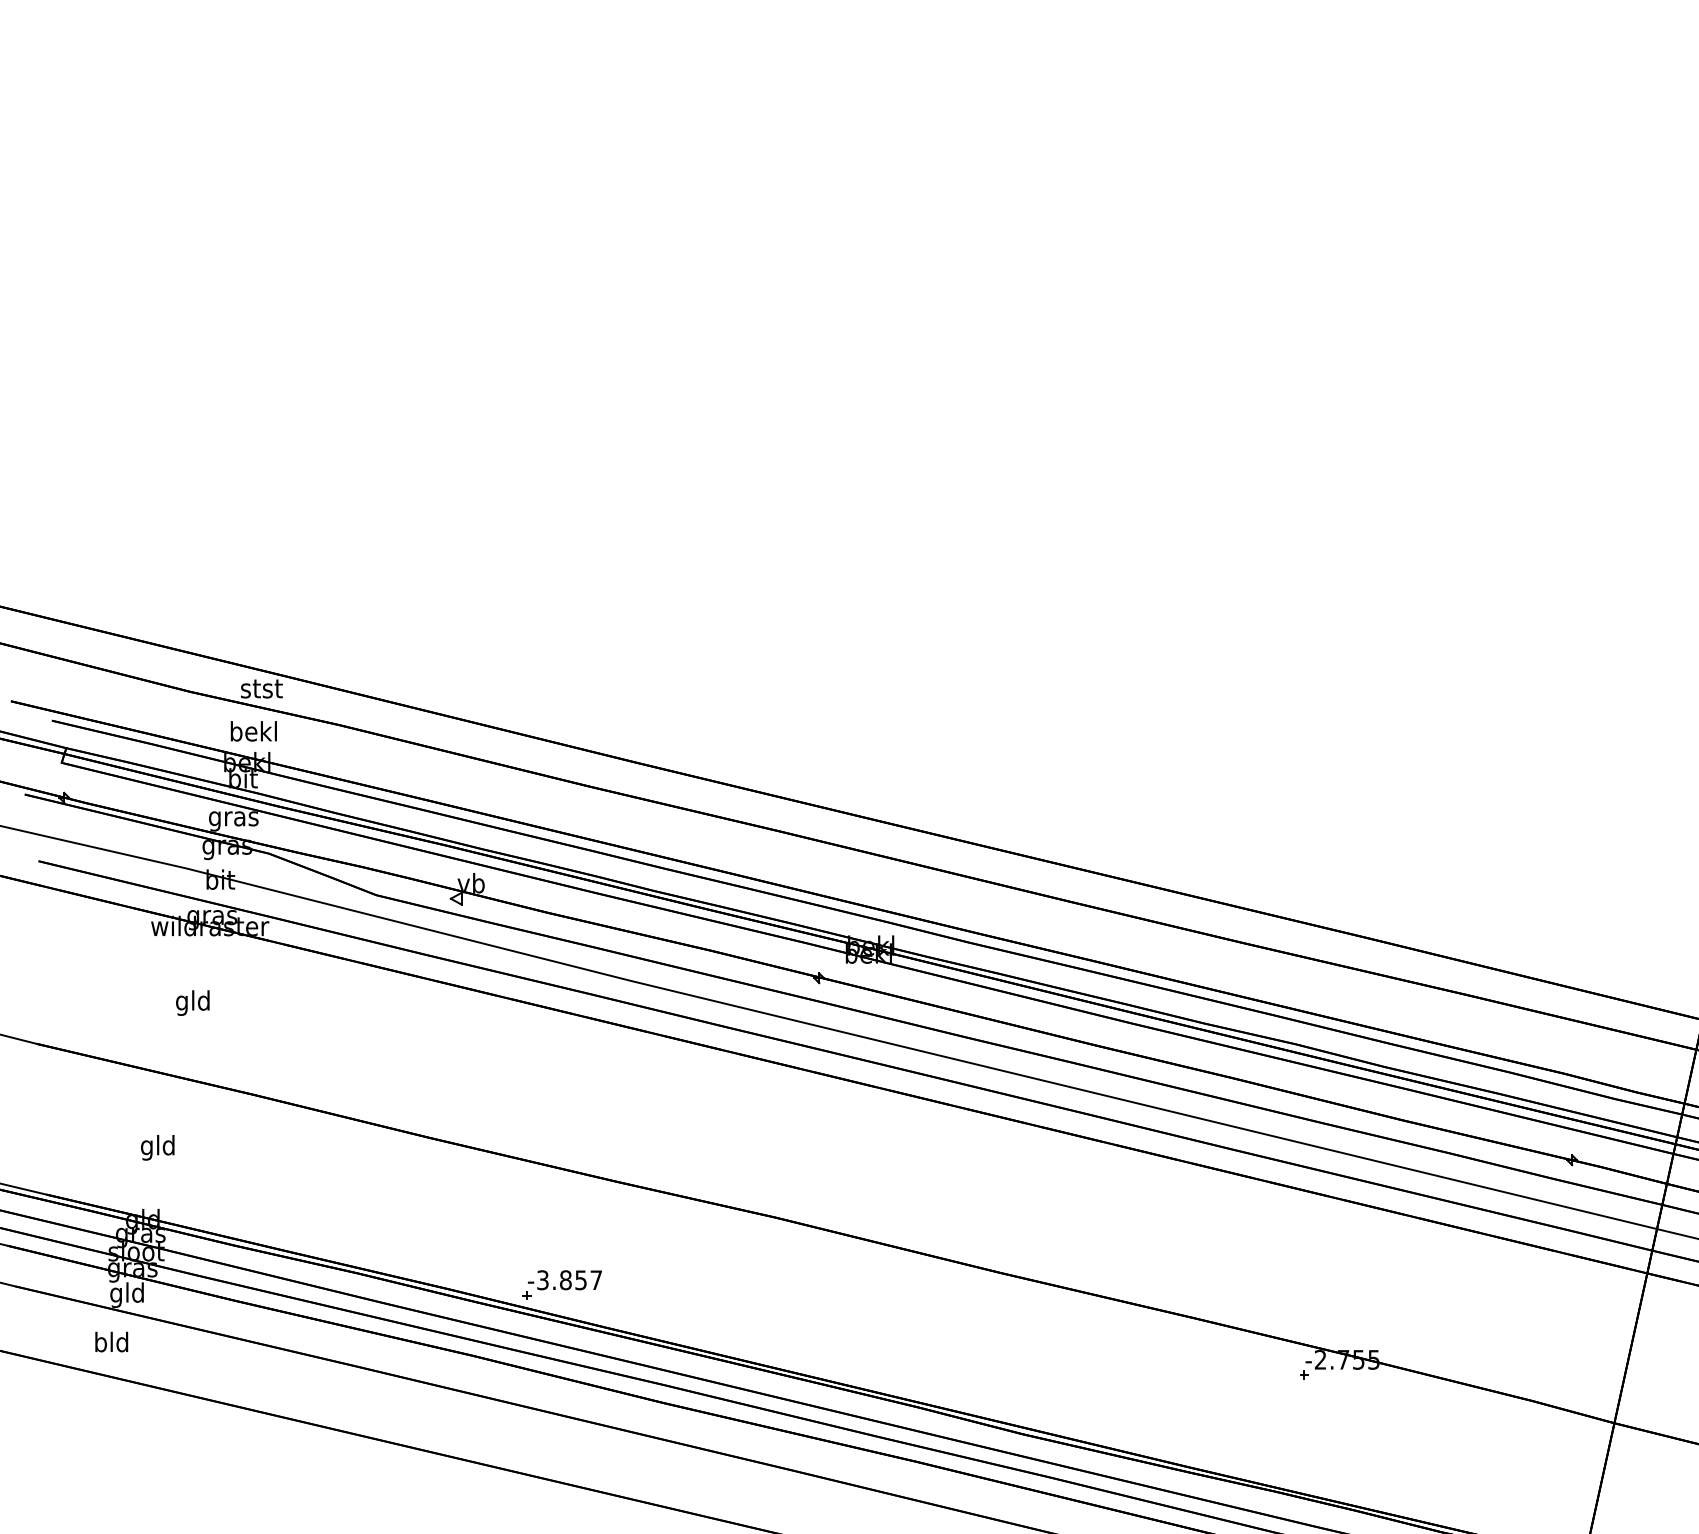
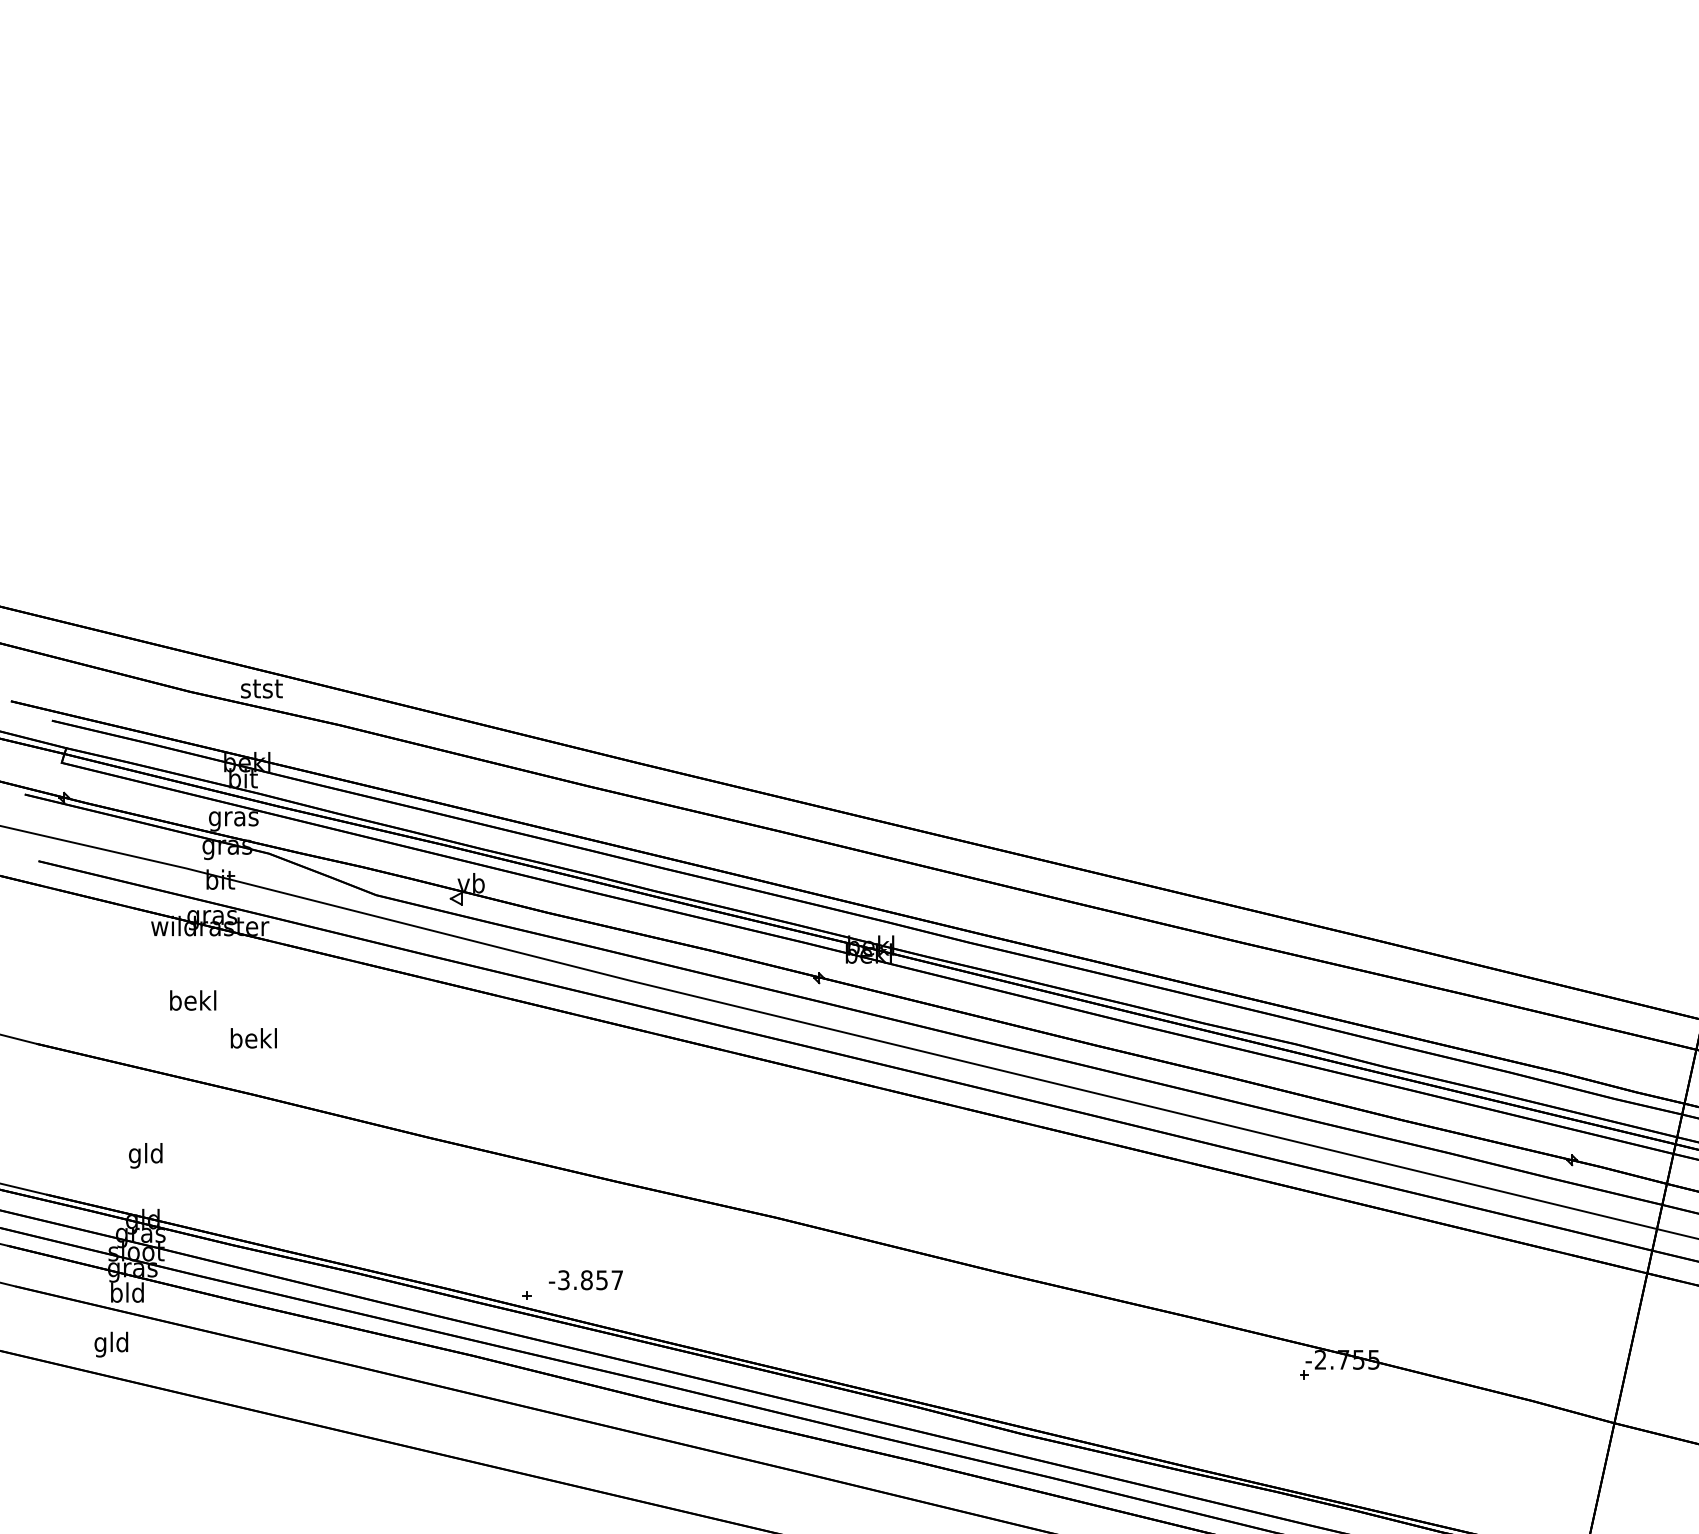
text at (253, 731) position: (253, 731) -> (253, 1038)
text at (193, 1002): gld -> bekl
text at (157, 1147) position: (157, 1147) -> (145, 1155)
text at (564, 1280) position: (564, 1280) -> (585, 1280)
text at (116, 1294): gld -> bld
text at (100, 1344): bld -> gld
